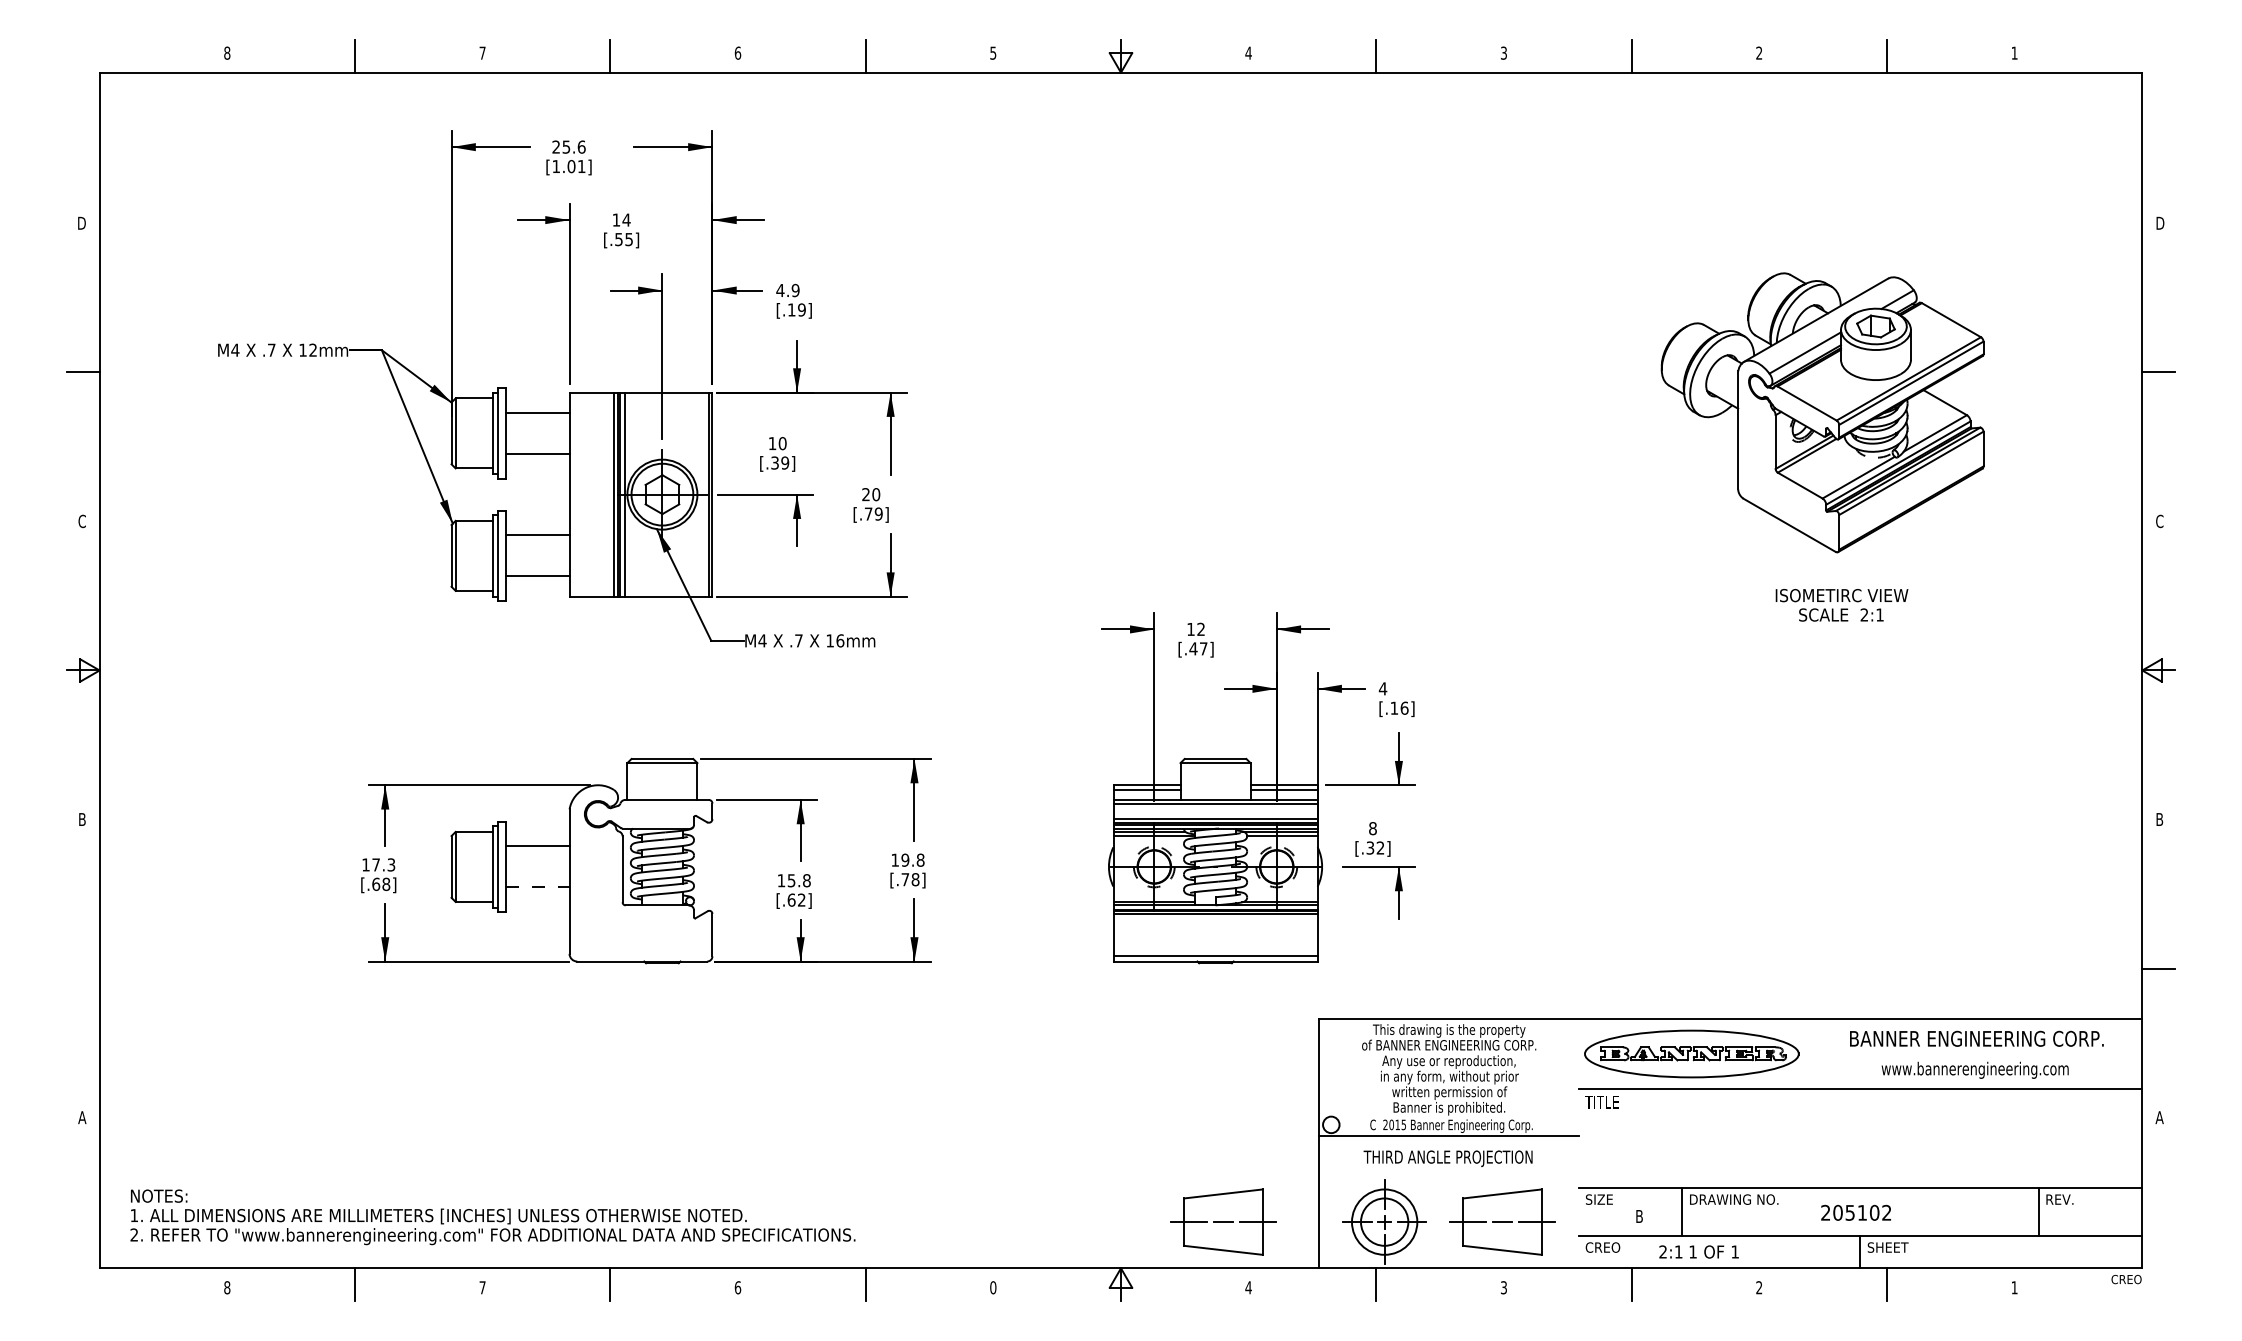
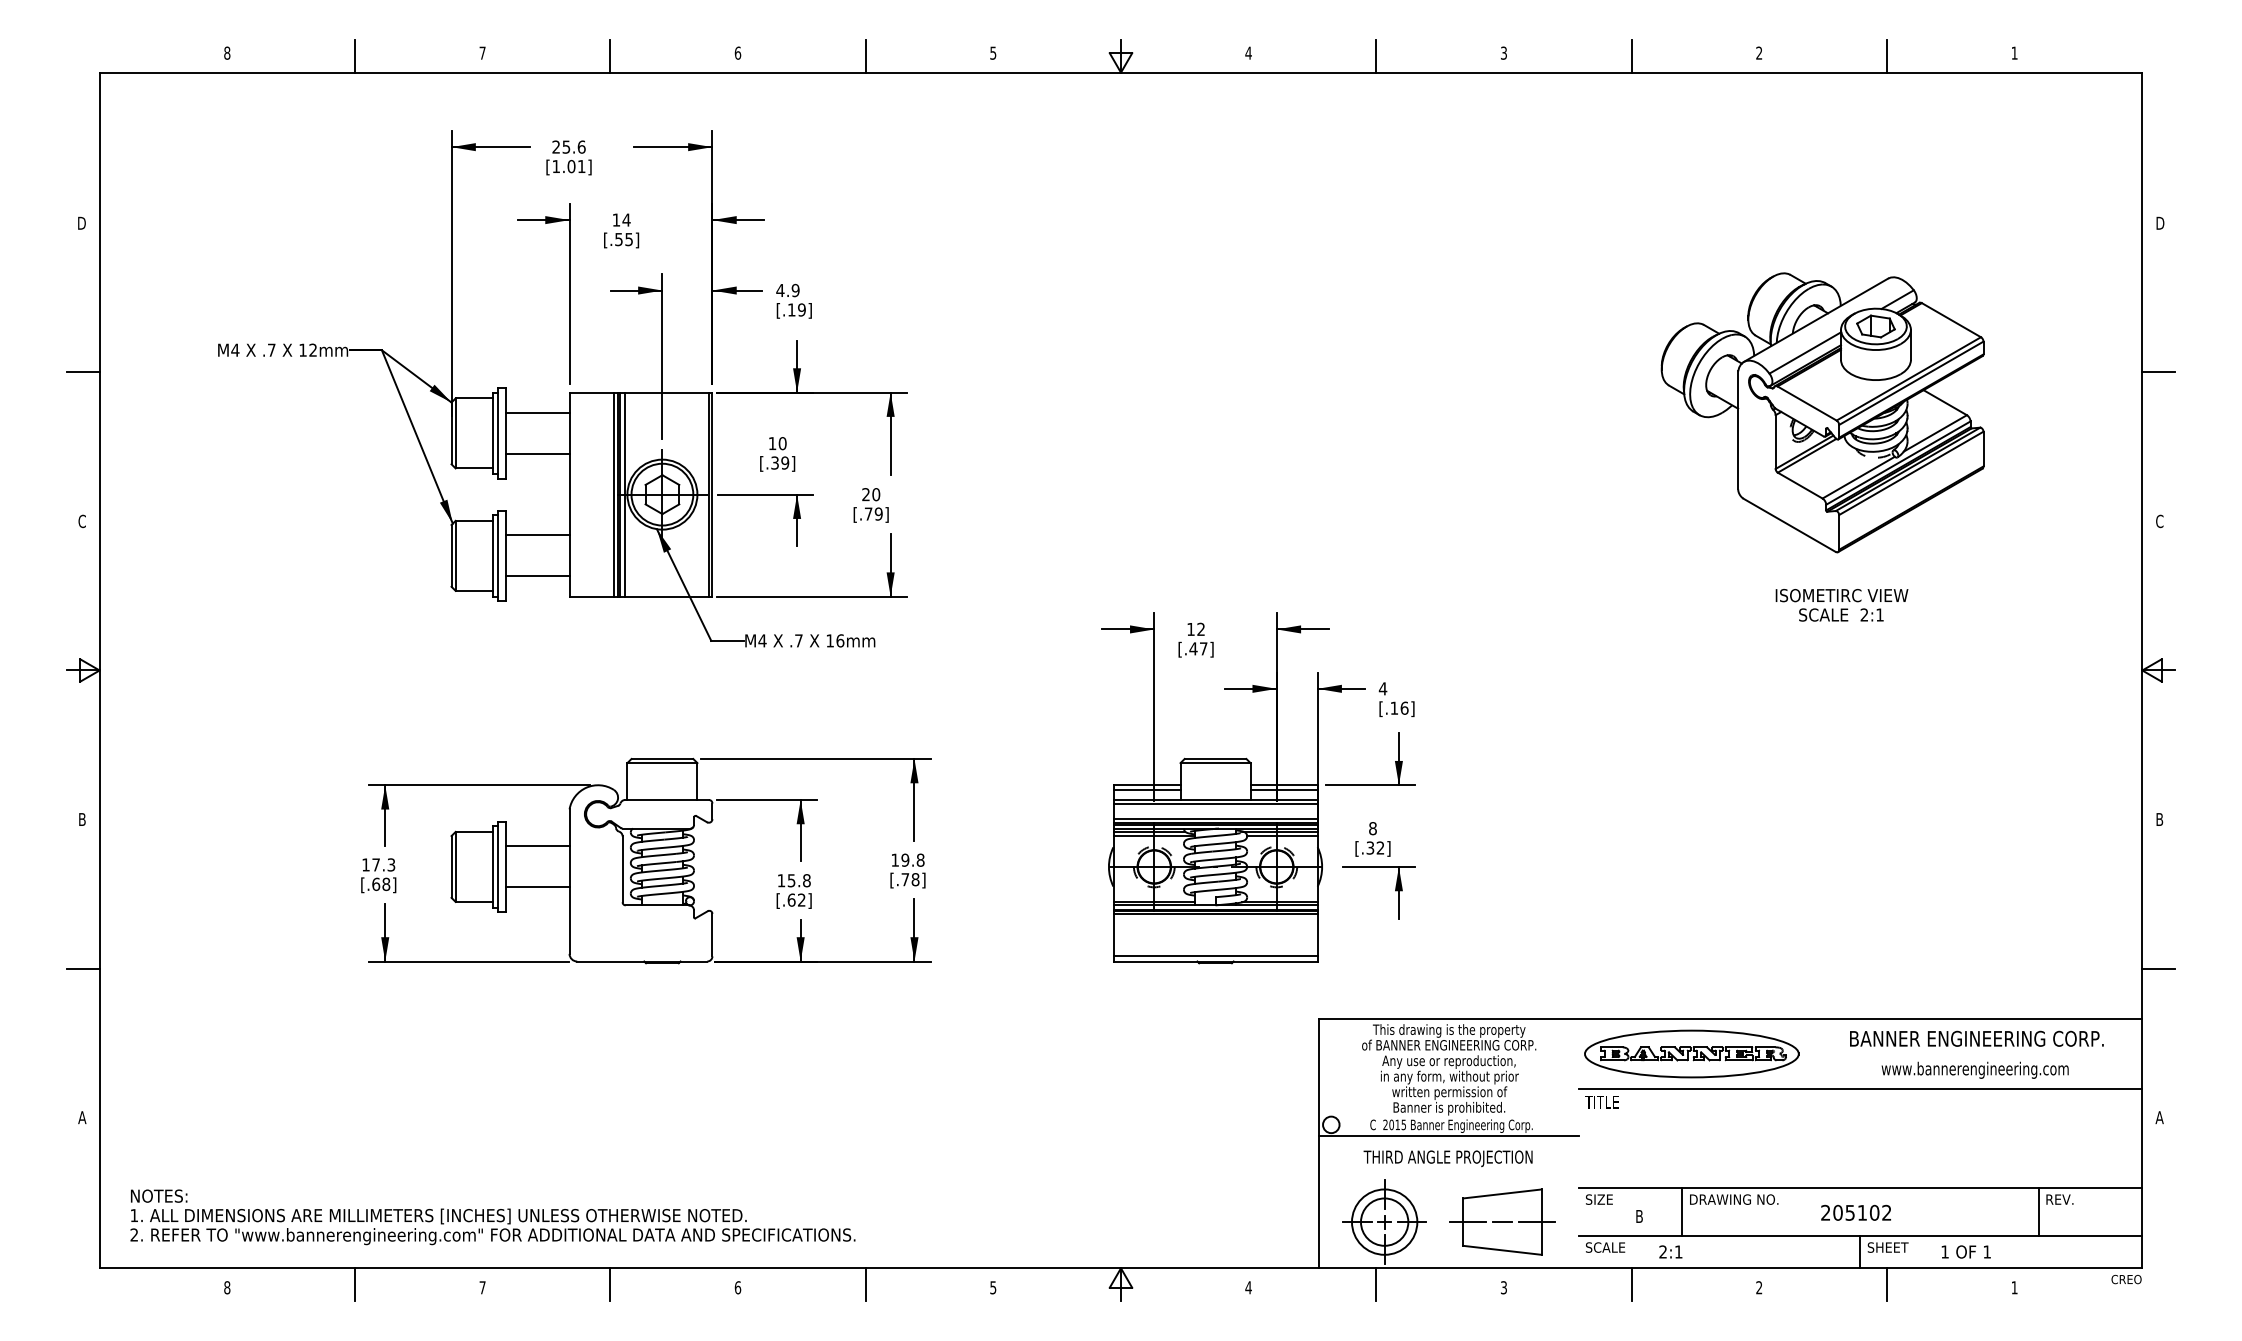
line at (537, 887): dashed -> solid
line at (83, 968): none -> present
part at (1223, 1221): present -> none
text at (1605, 1247): CREO -> SCALE
text at (1713, 1251) position: (1713, 1251) -> (1965, 1251)
text at (993, 1287): 0 -> 5
